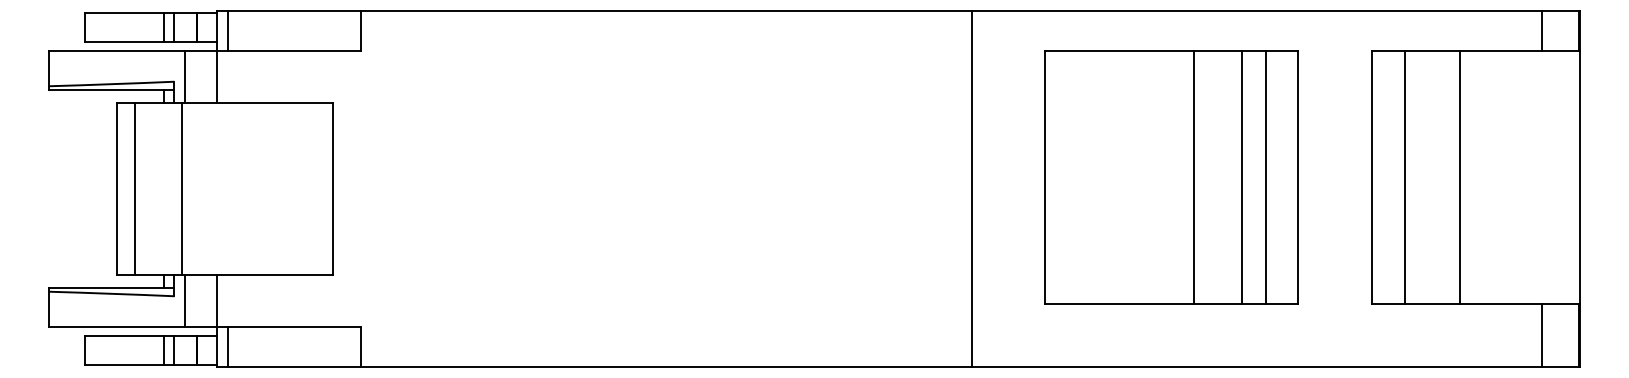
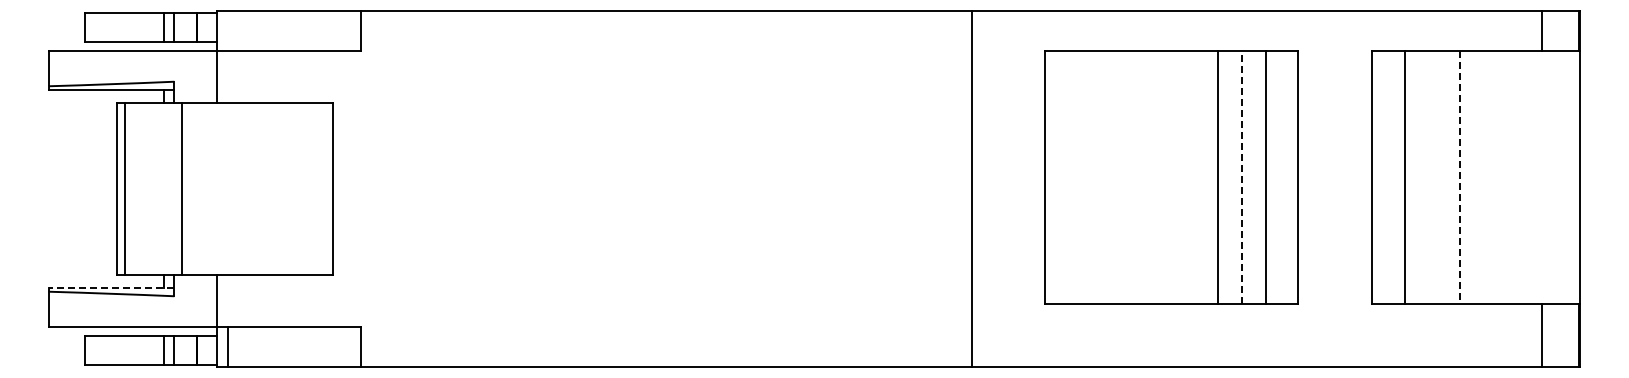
line at (228, 30): present -> none
line at (185, 76): present -> none
line at (1193, 176) position: (1193, 176) -> (1217, 176)
line at (1242, 176): solid -> dashed
line at (1460, 177): solid -> dashed
line at (134, 188) position: (134, 188) -> (124, 188)
line at (111, 287): solid -> dashed
line at (185, 301): present -> none
